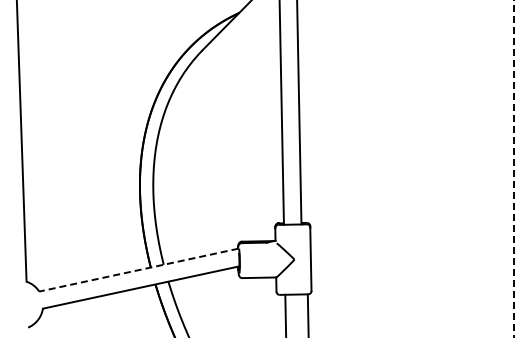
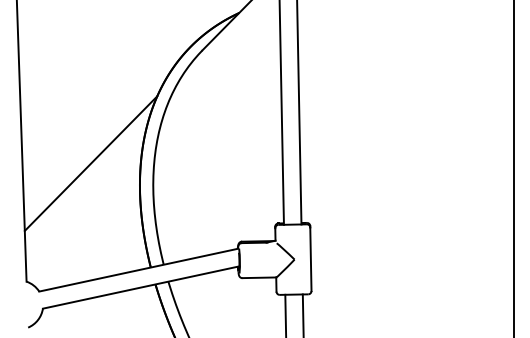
line at (90, 163): none -> present
line at (514, 169): dashed -> solid
line at (138, 270): dashed -> solid
line at (307, 314) position: (307, 314) -> (302, 314)
